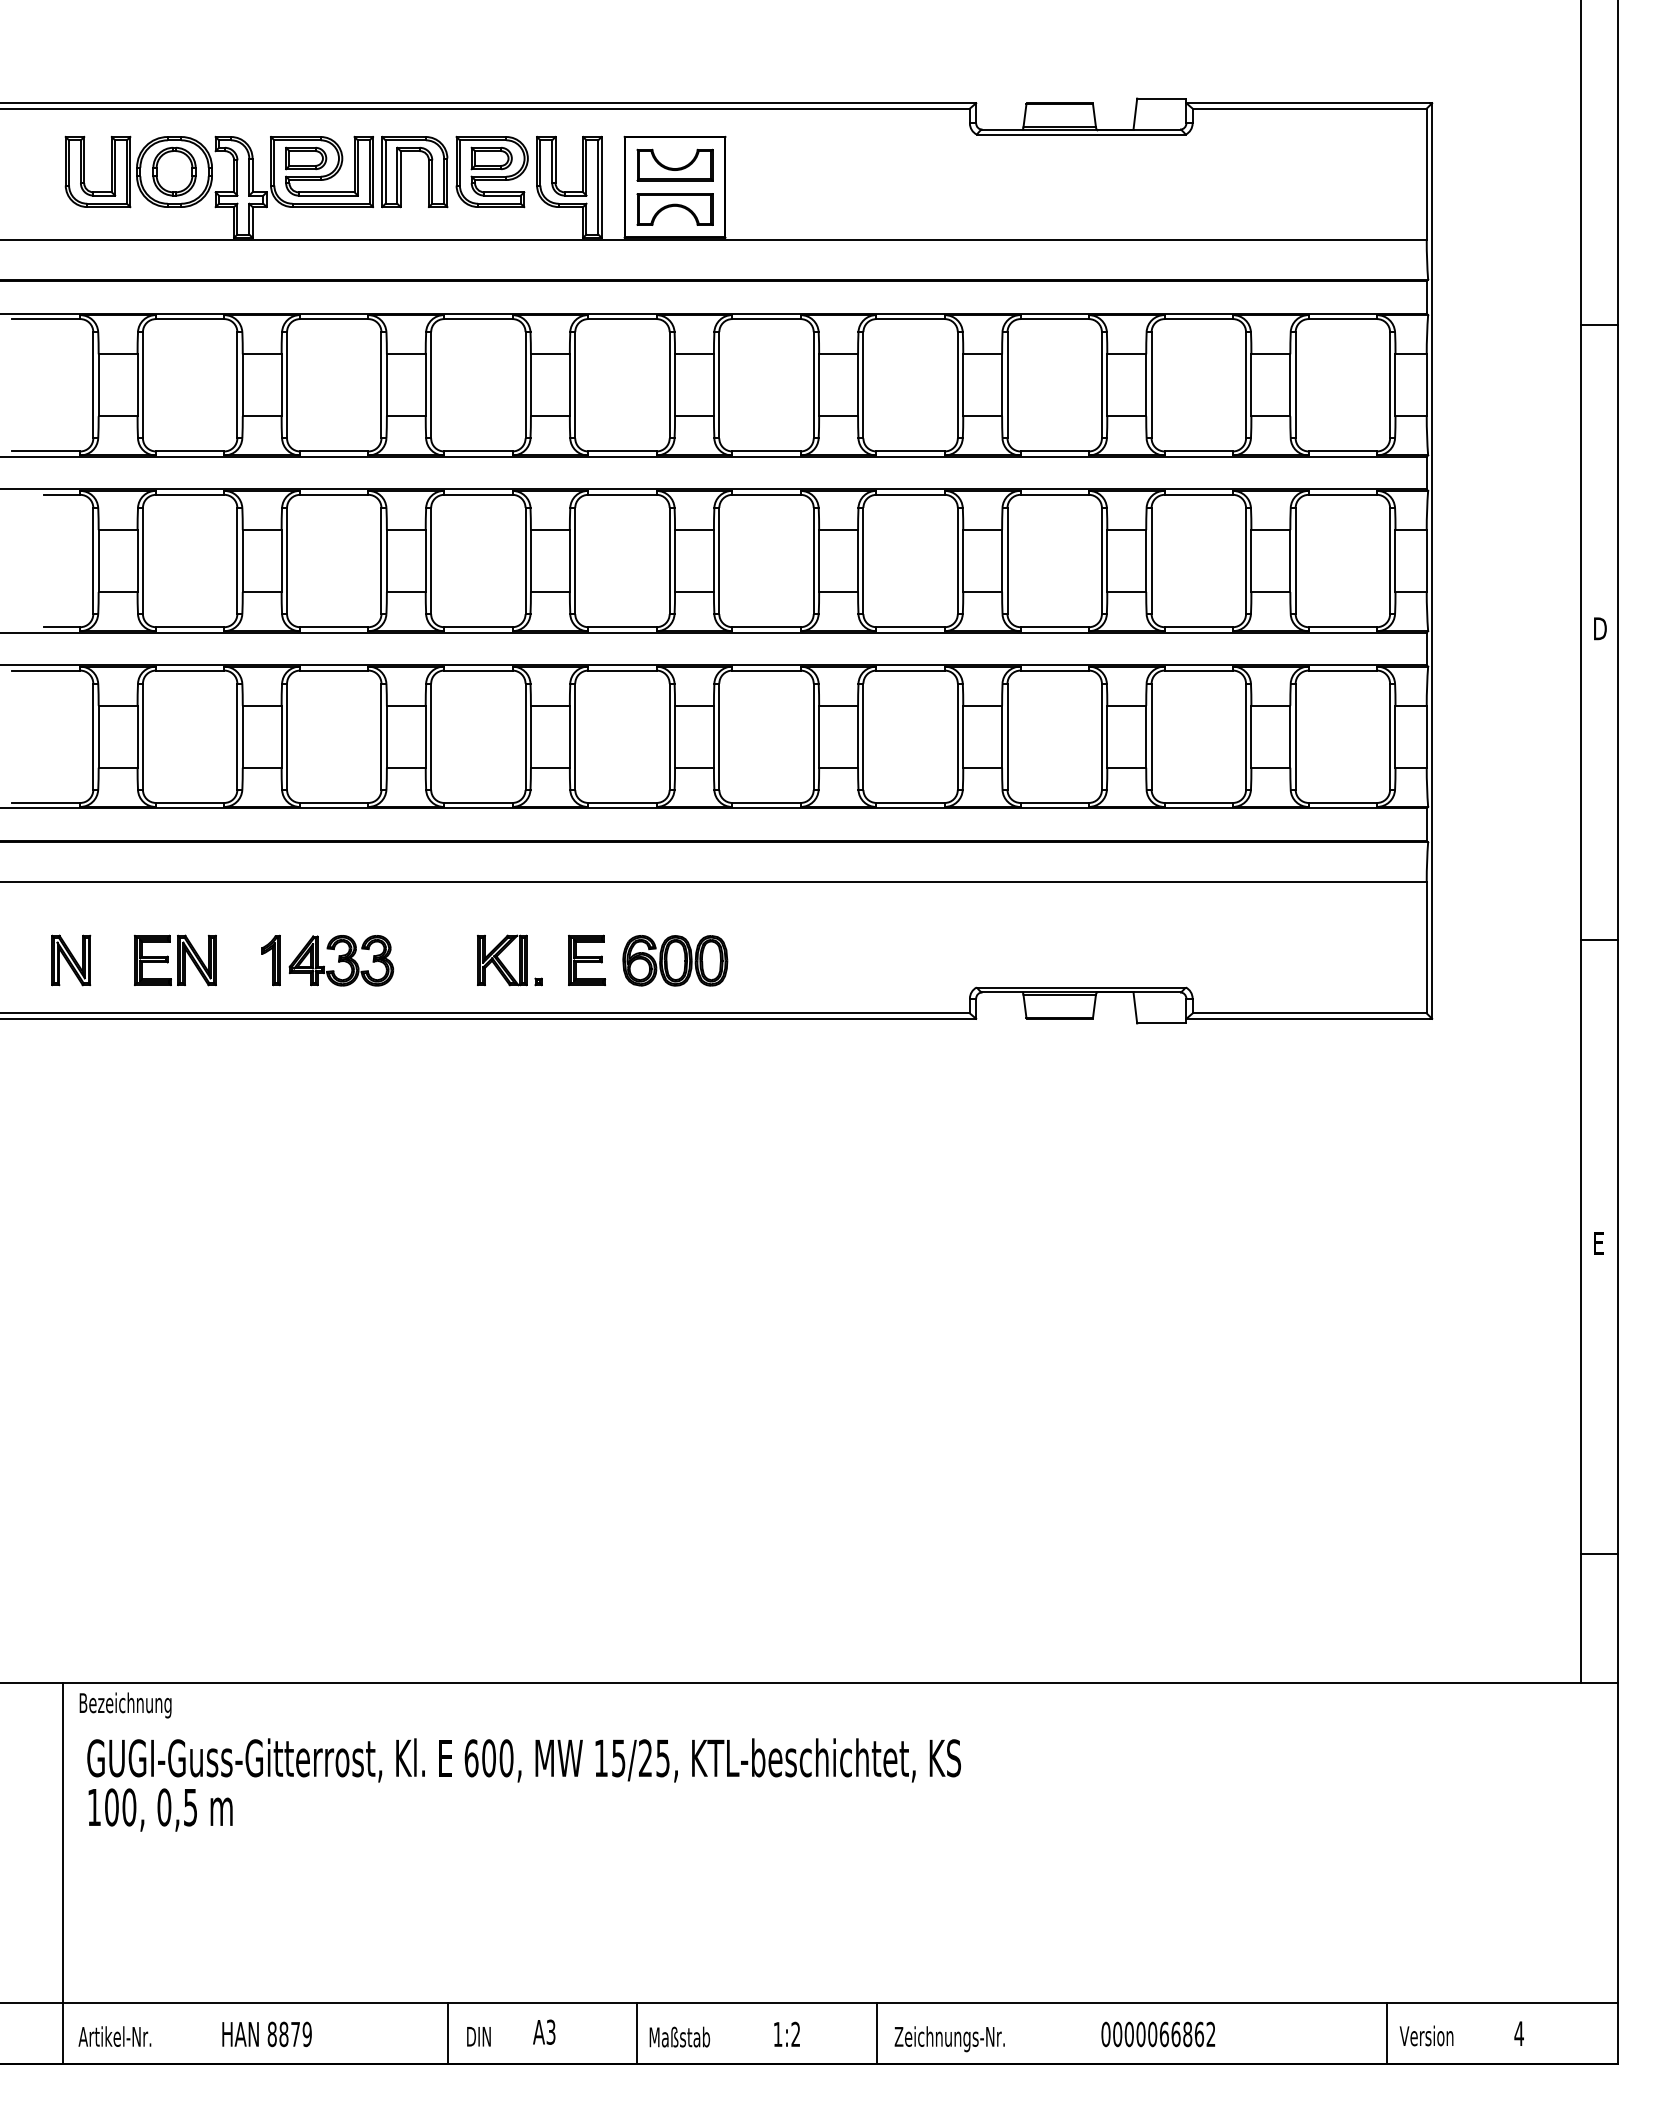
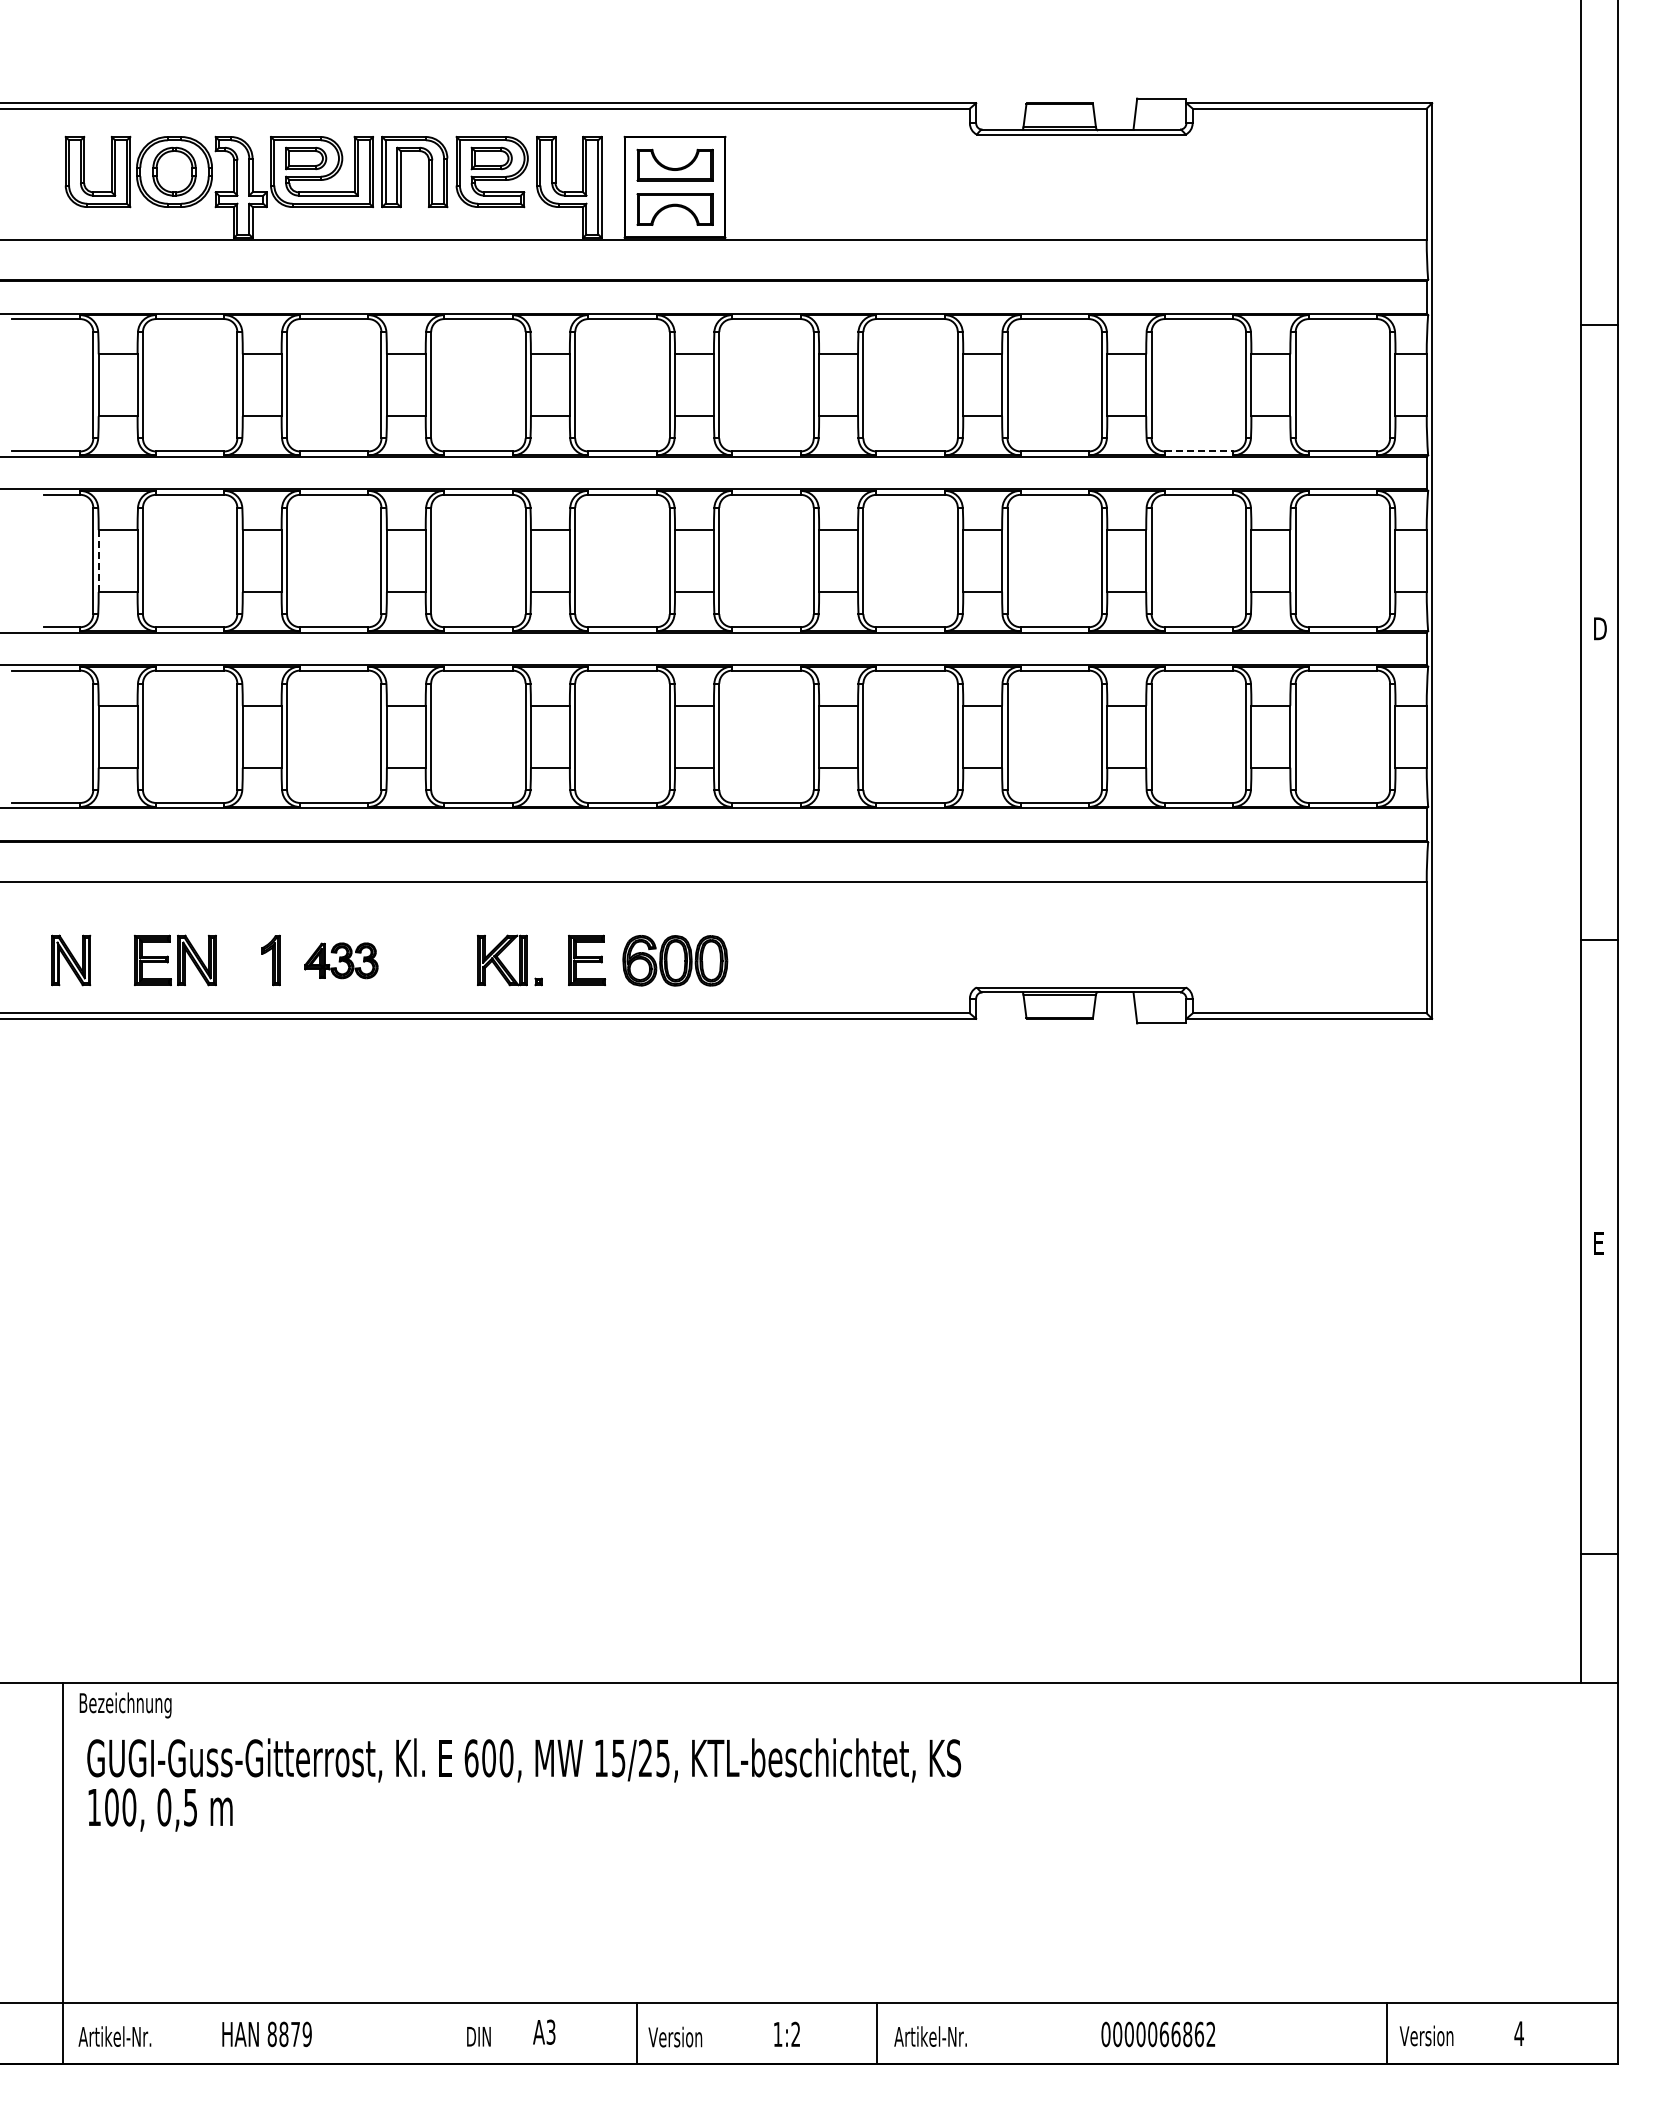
line at (1199, 451): solid -> dashed
line at (98, 561): solid -> dashed
part at (341, 960) size: 107x52 px -> 75x38 px
line at (448, 2033): present -> none
text at (679, 2036): Maßstab -> Version
text at (949, 2039): Zeichnungs-Nr. -> Artikel-Nr.
